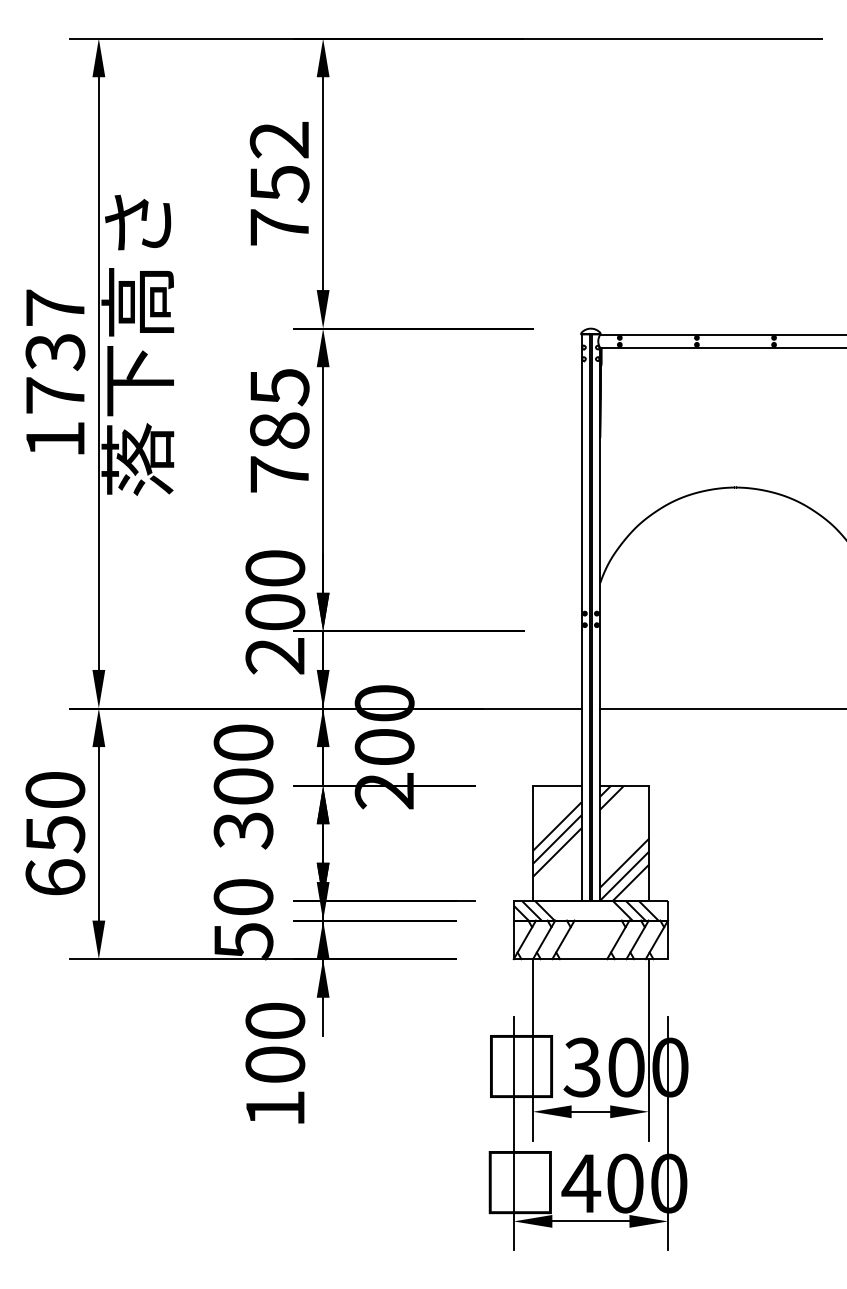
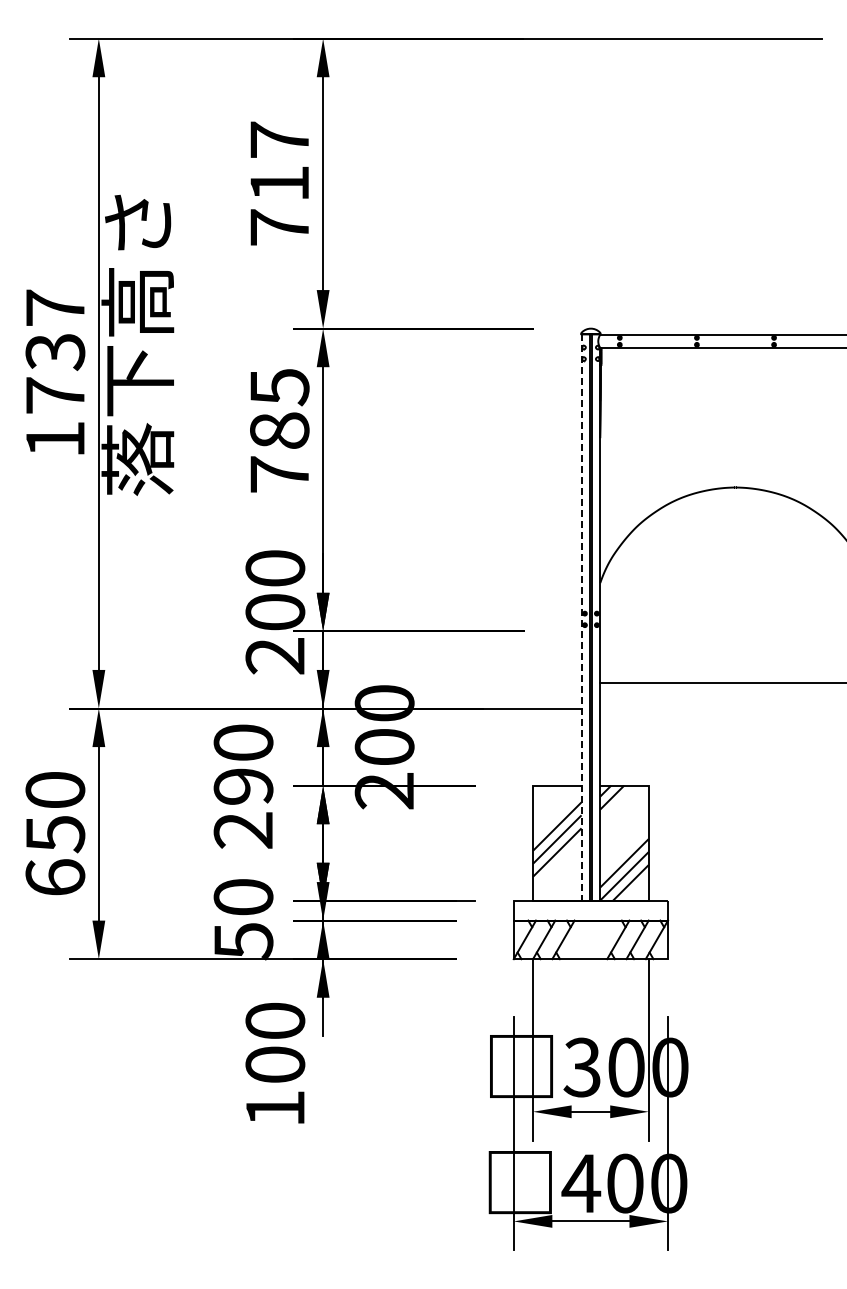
text at (279, 162): 752 -> 717
line at (581, 618): solid -> dashed
line at (721, 708) position: (721, 708) -> (721, 682)
text at (243, 808): 300 -> 290
hatch at (585, 910): present -> none
